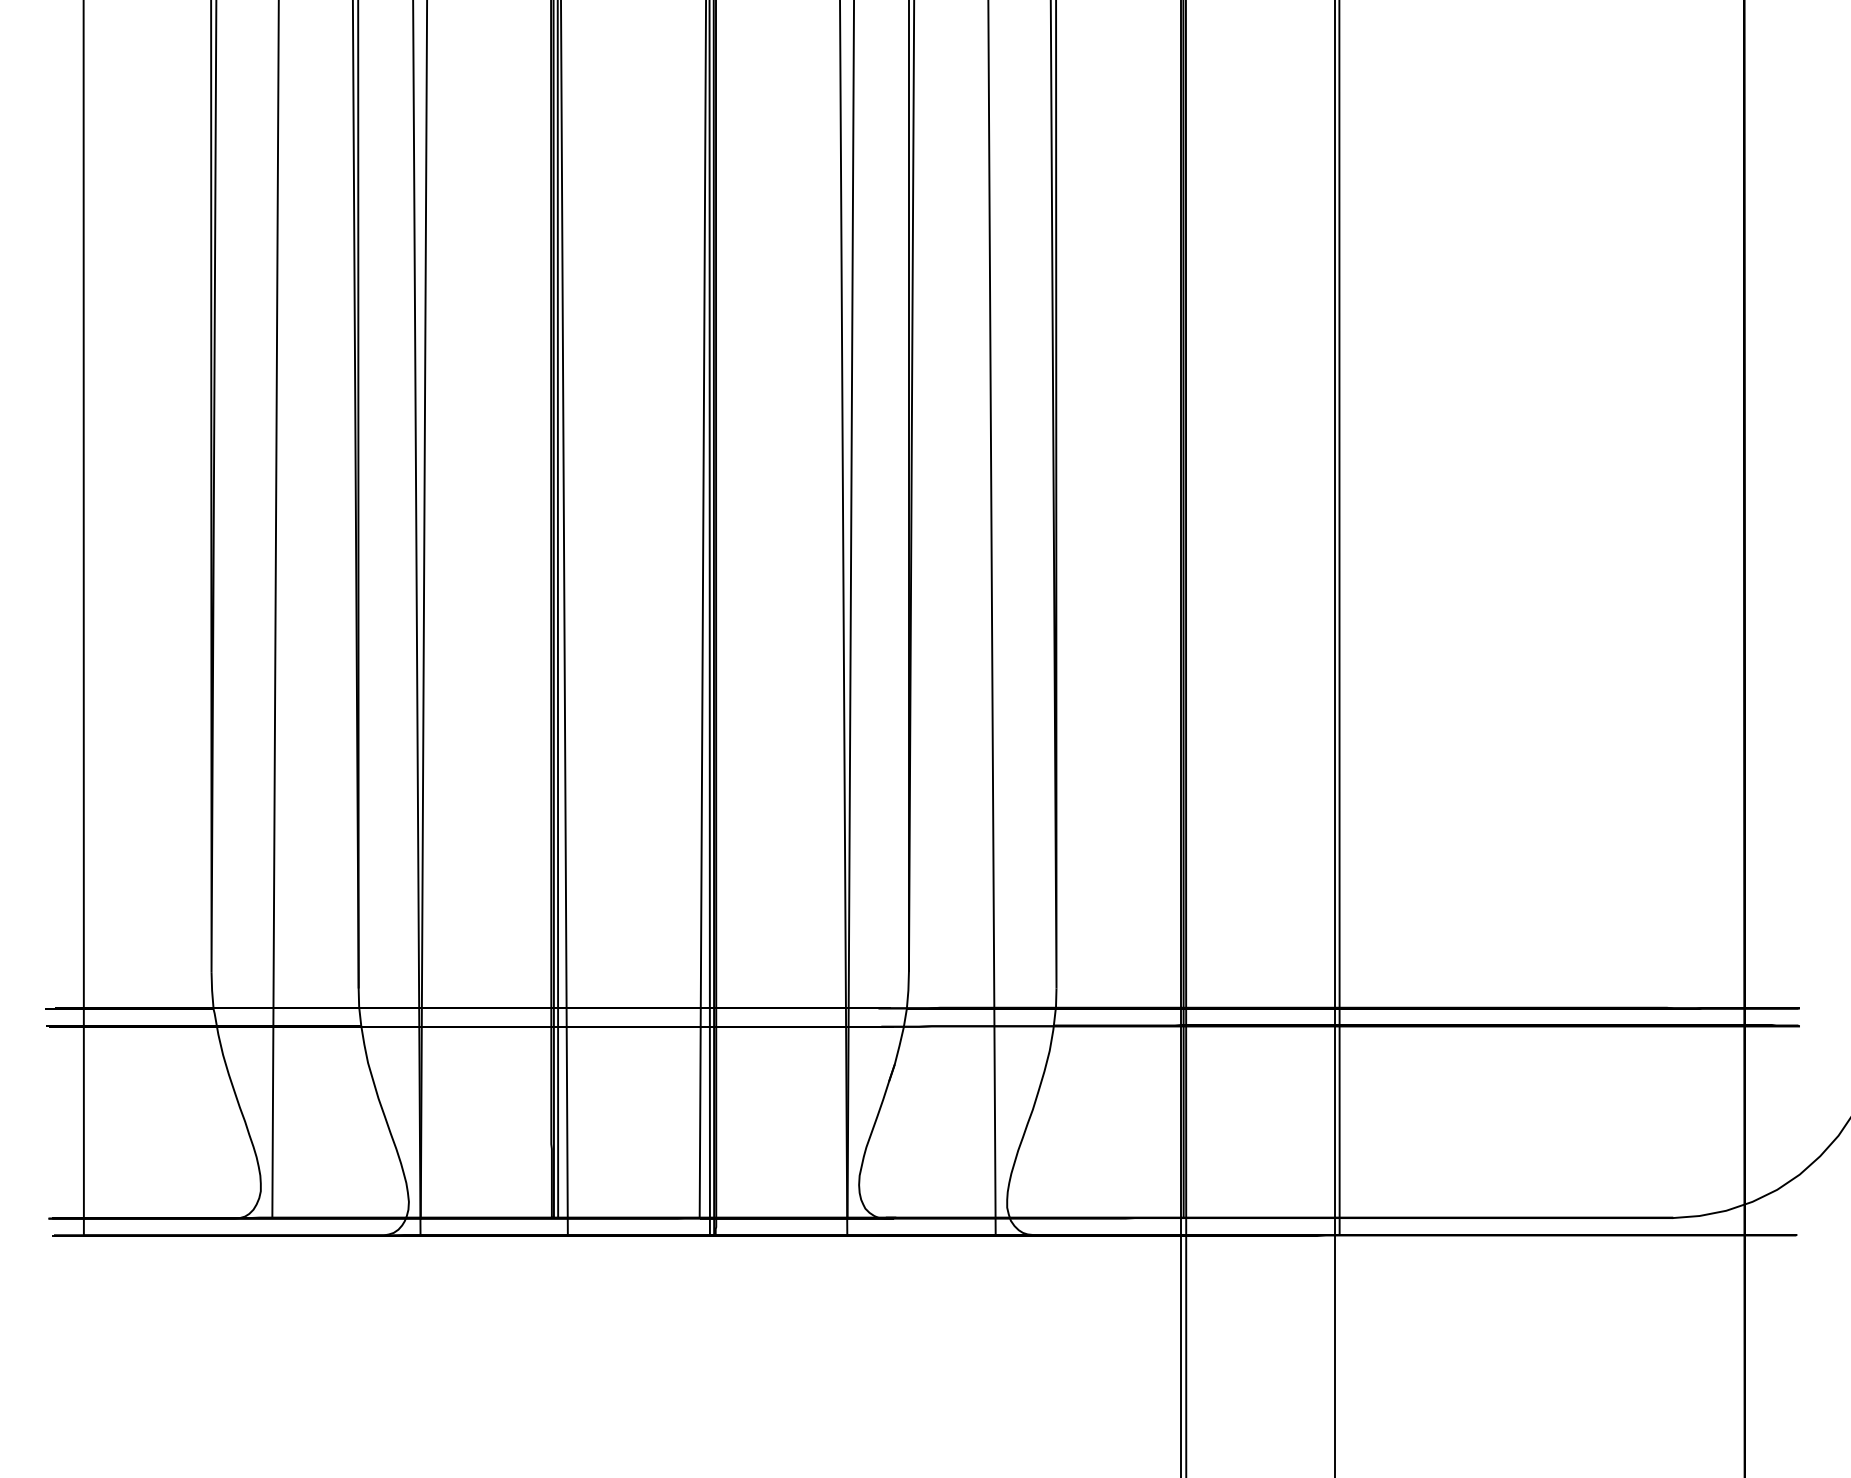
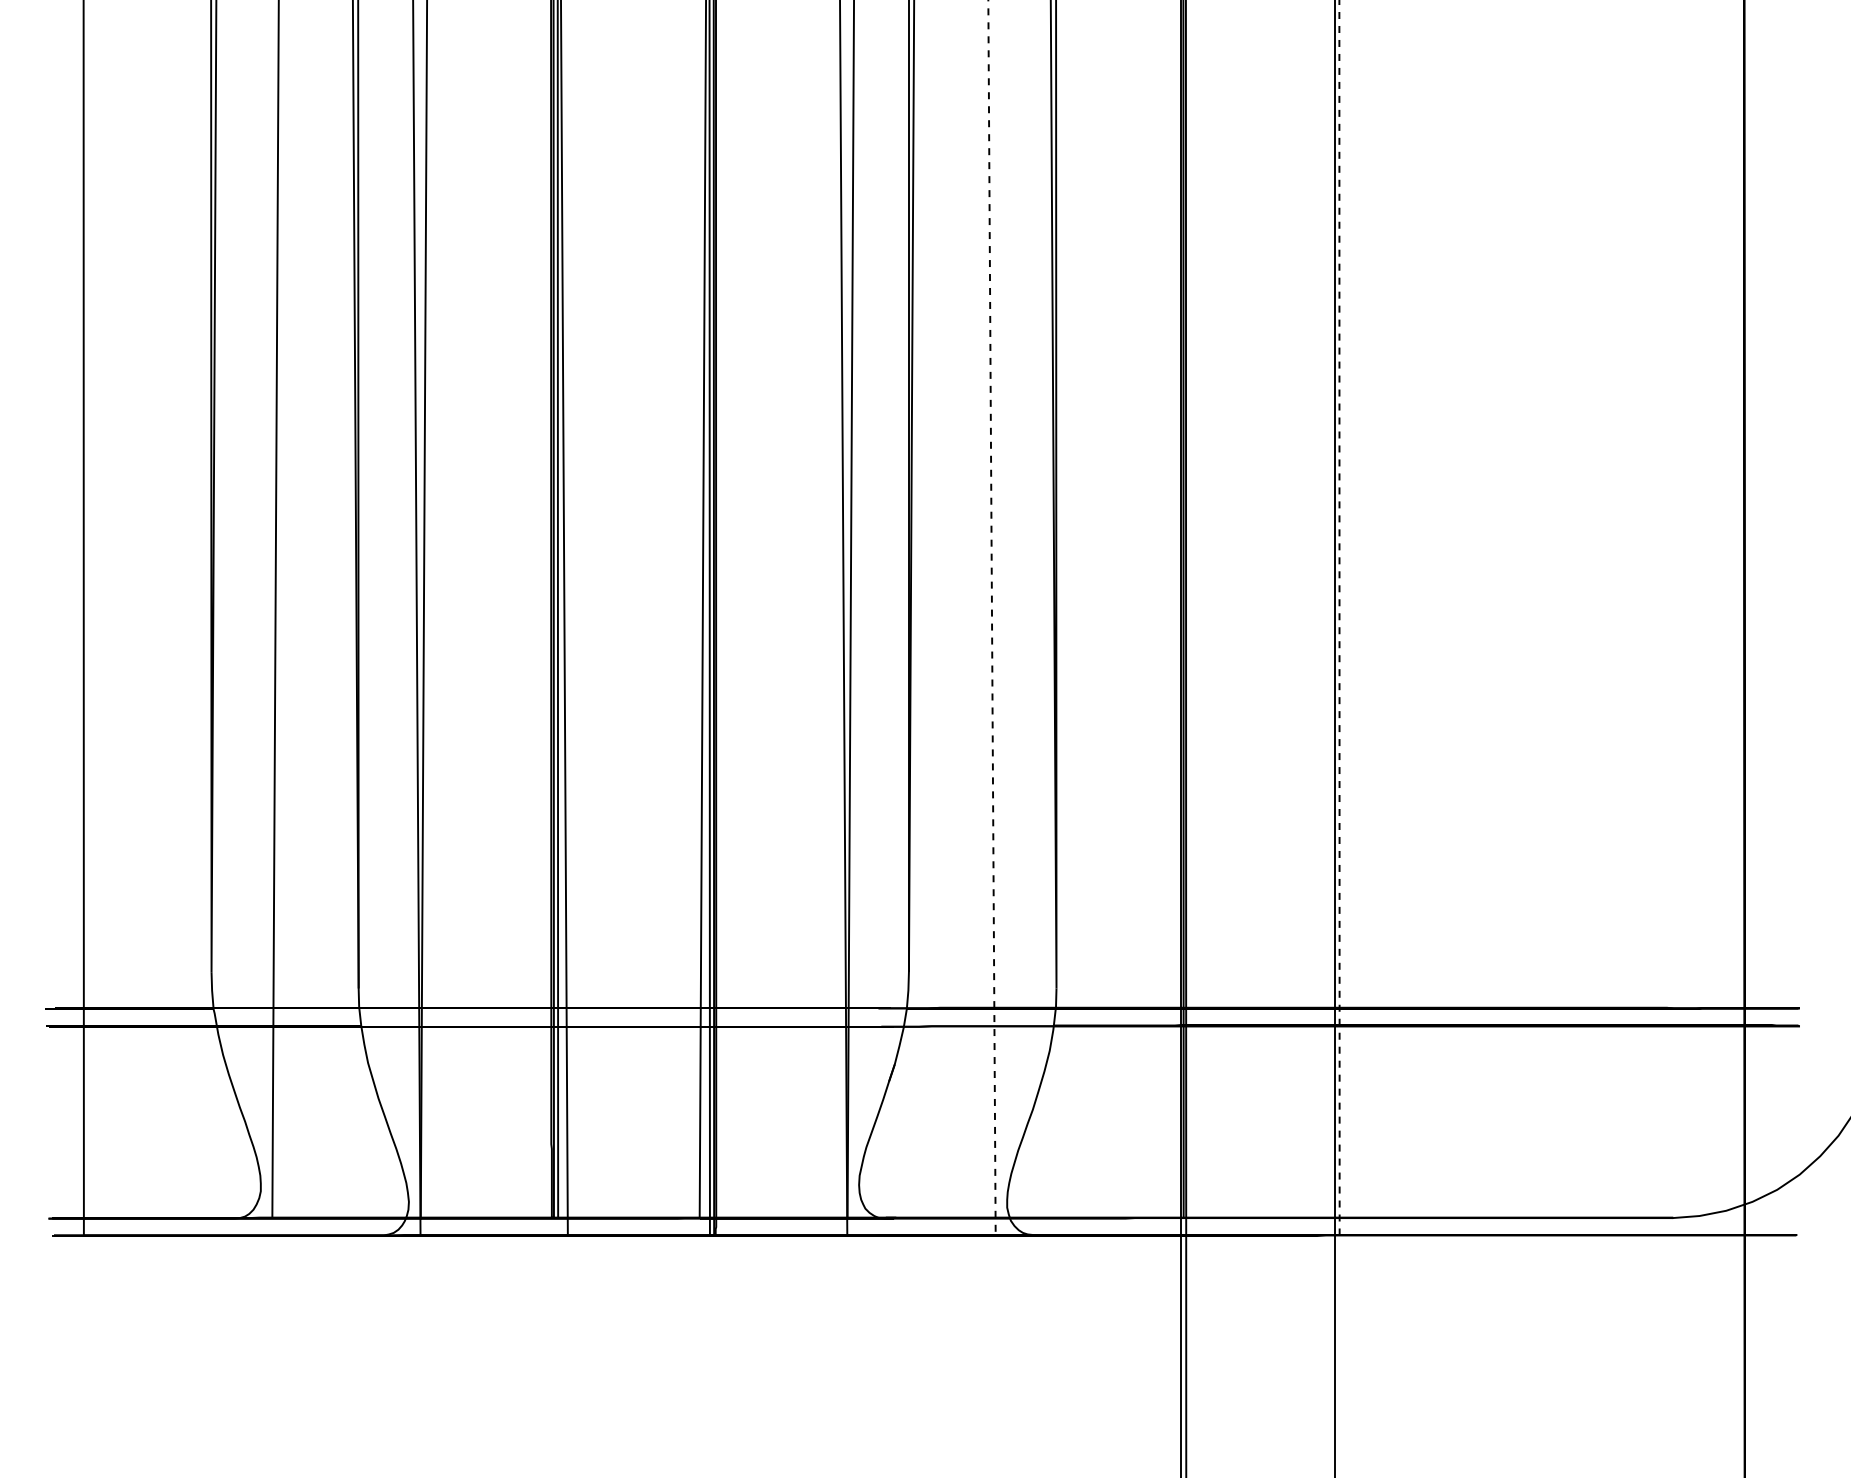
line at (1339, 617): solid -> dashed
line at (992, 618): solid -> dashed
